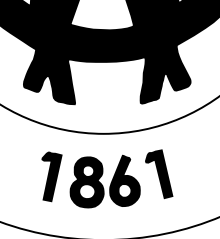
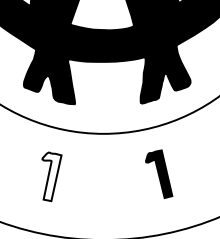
fill at (51, 176): present -> none
part at (104, 181): present -> none
